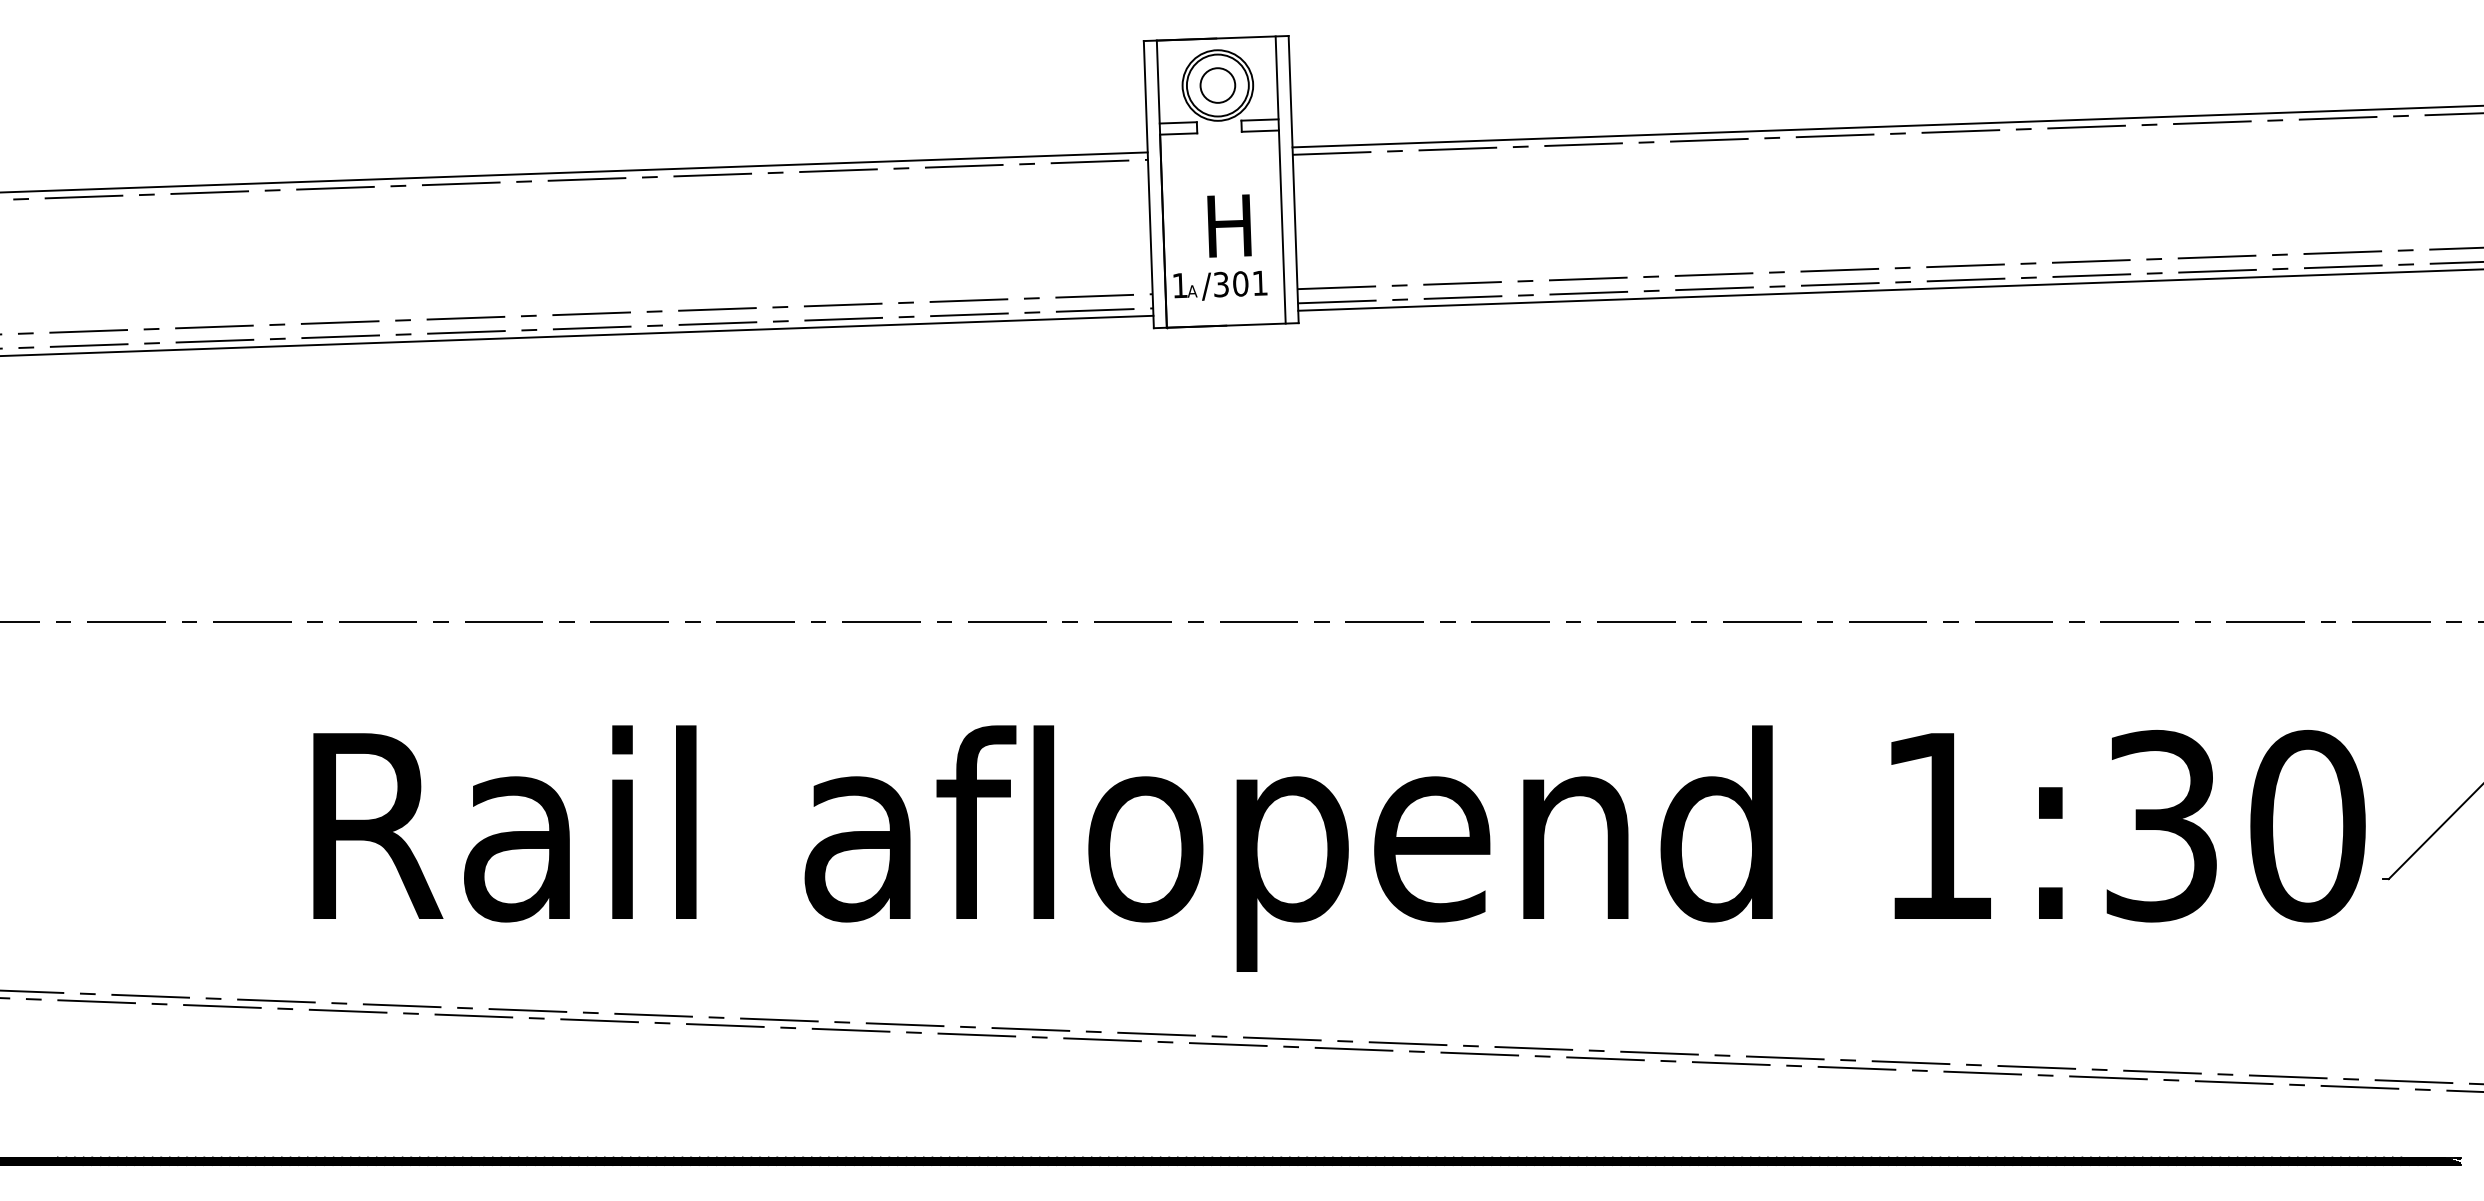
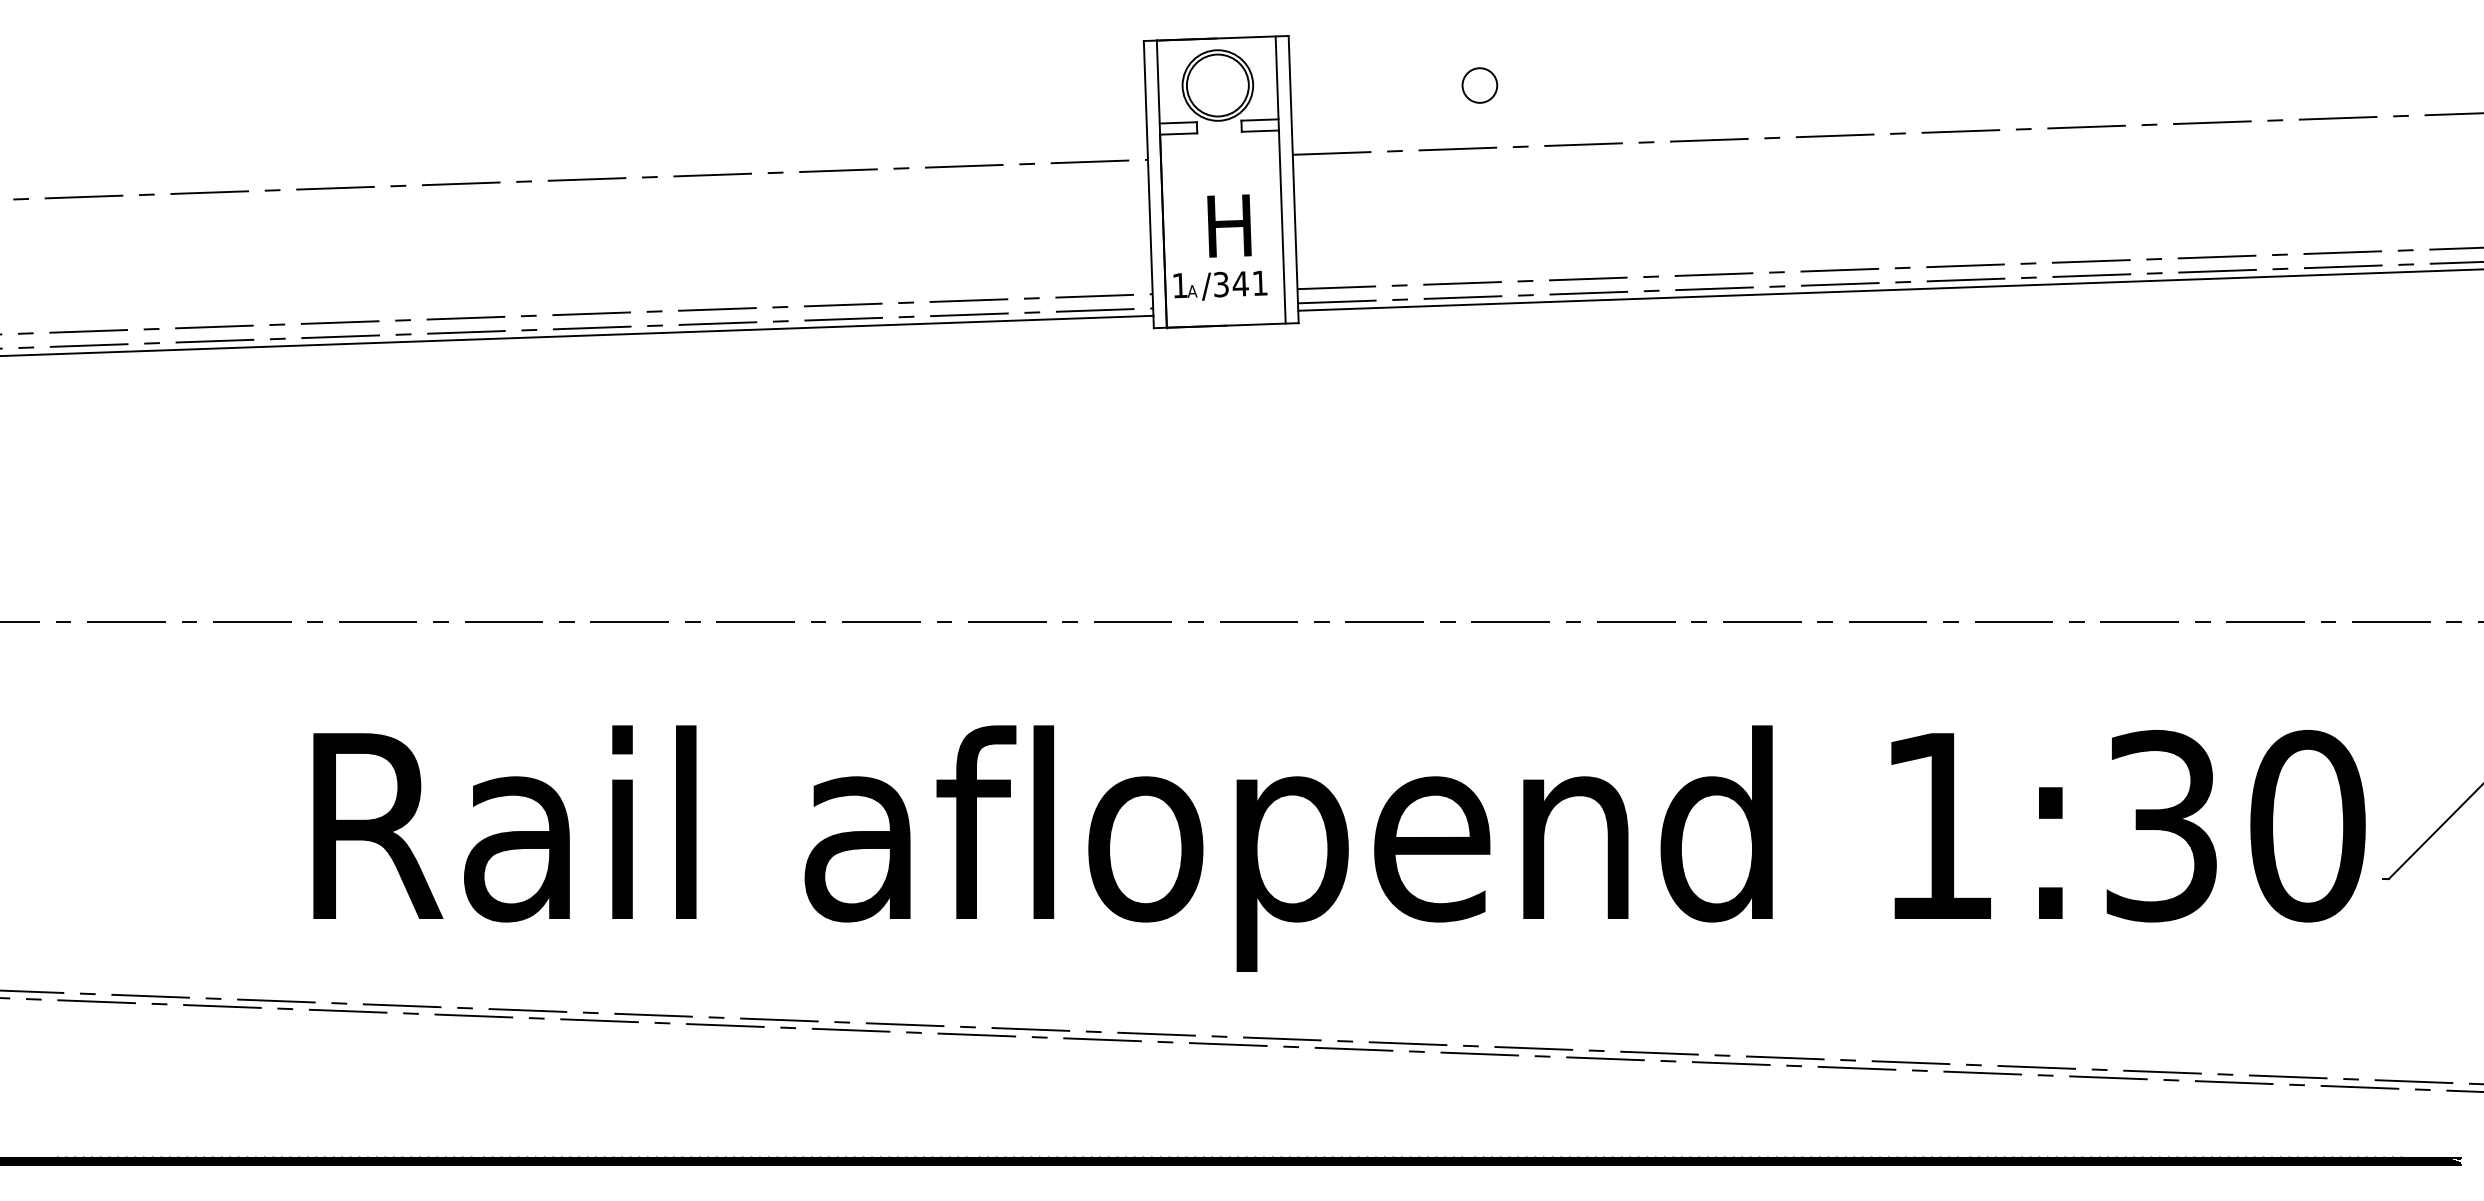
circle at (1217, 85) position: (1217, 85) -> (1479, 85)
line at (1886, 126): present -> none
line at (574, 172): present -> none
text at (1240, 283): /301 -> /341
